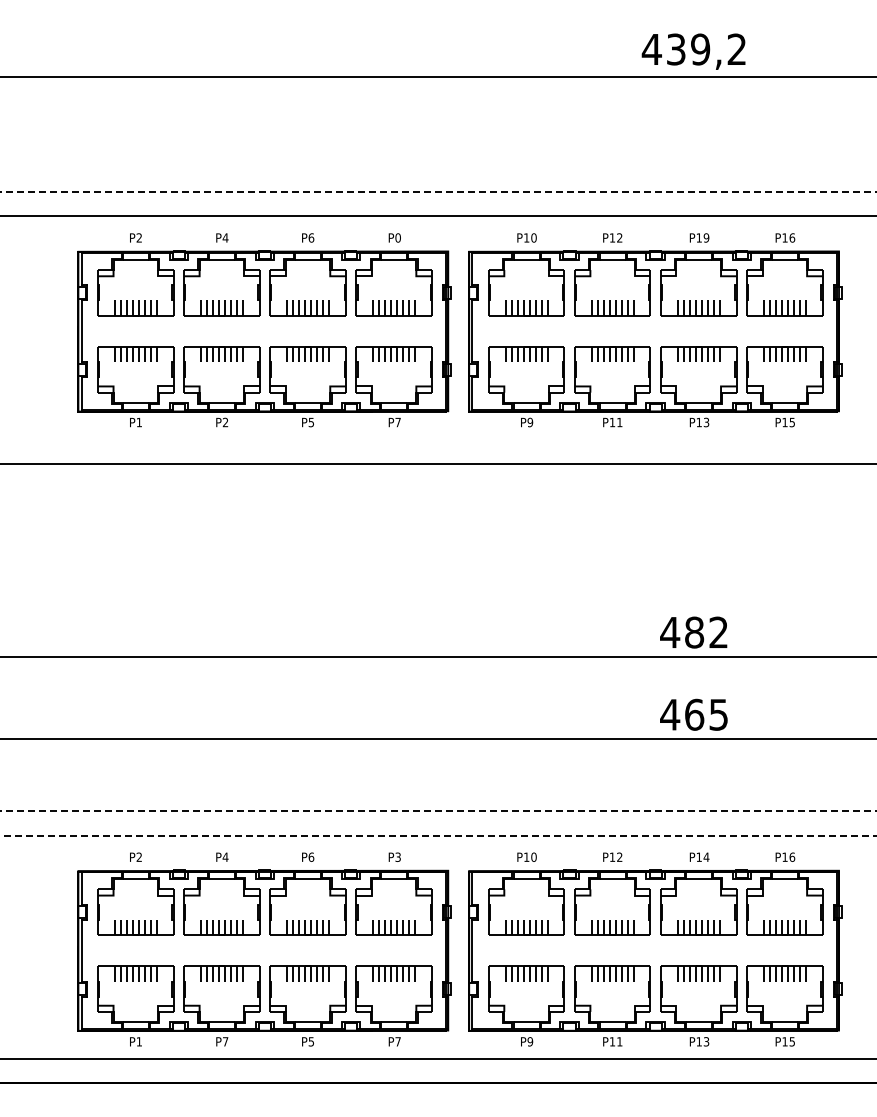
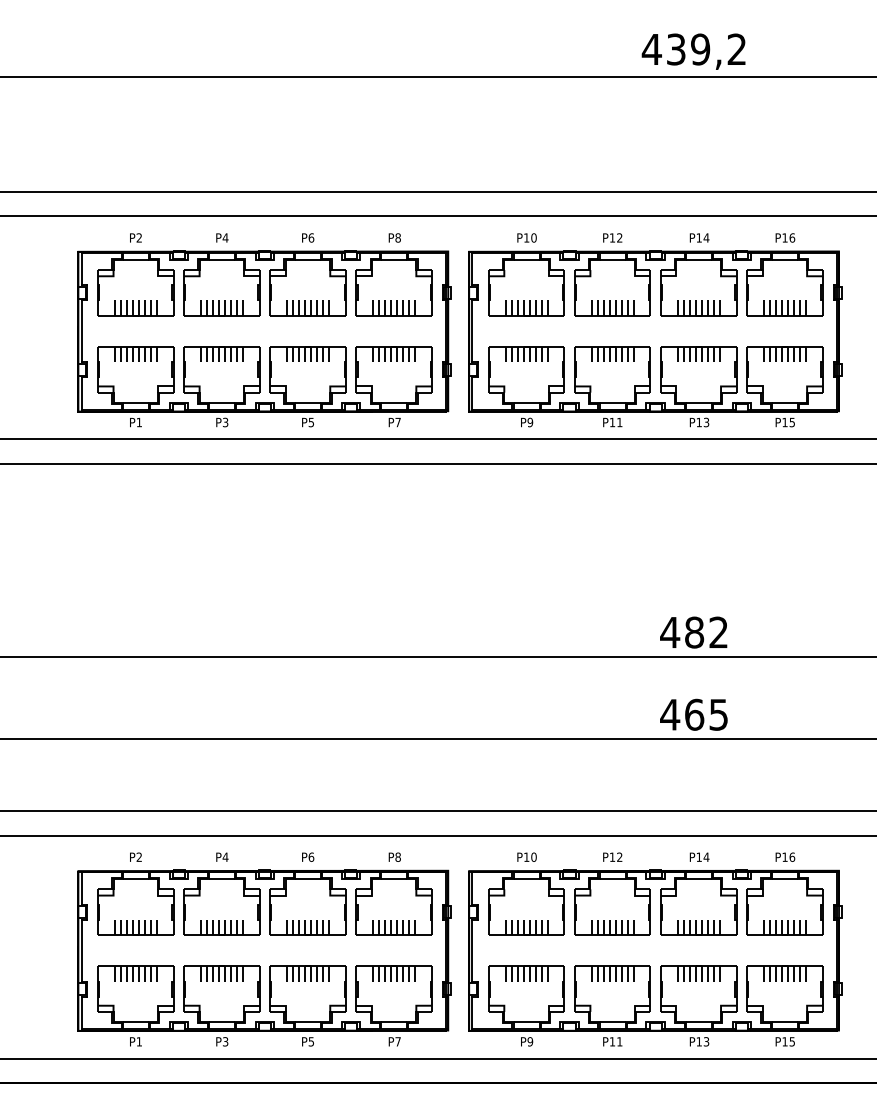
line at (438, 191): dashed -> solid
text at (397, 237): P0 -> P8
text at (706, 237): P19 -> P14
text at (225, 422): P2 -> P3
line at (437, 439): none -> present
line at (438, 811): dashed -> solid
line at (438, 835): dashed -> solid
text at (397, 856): P3 -> P8
text at (225, 1041): P7 -> P3
